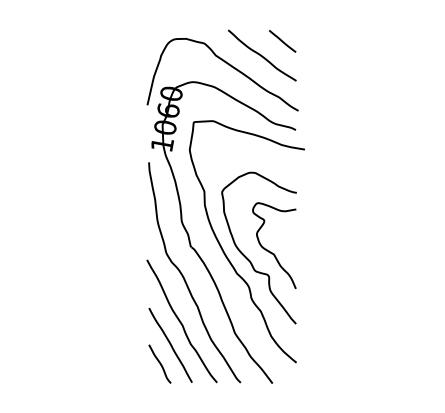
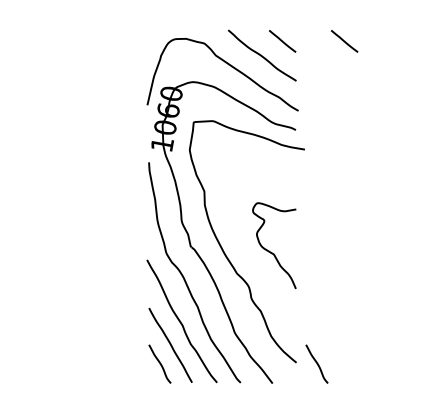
line at (344, 41): none -> present
curve at (247, 257): present -> none
curve at (316, 363): none -> present
